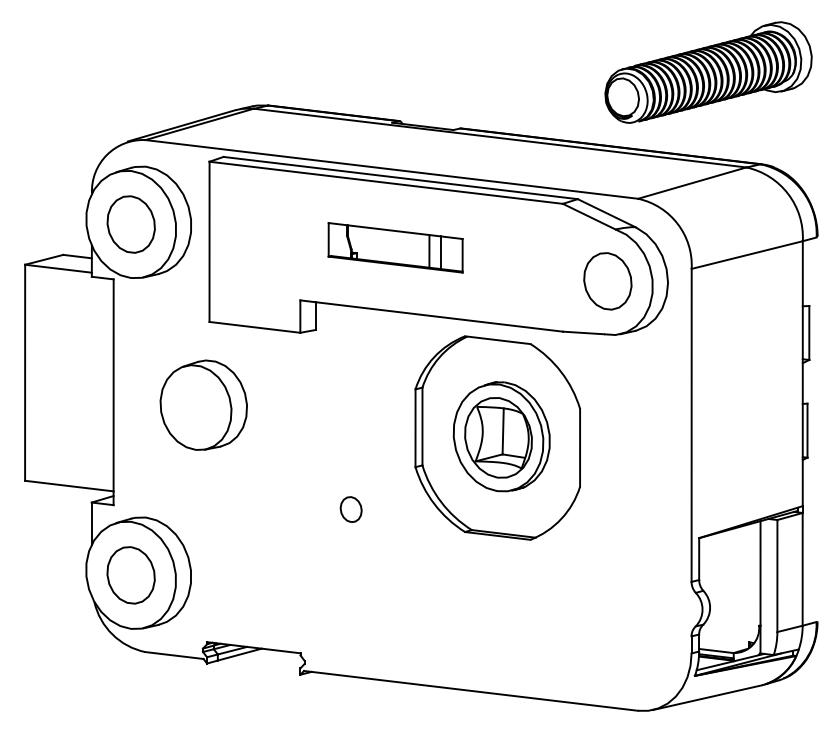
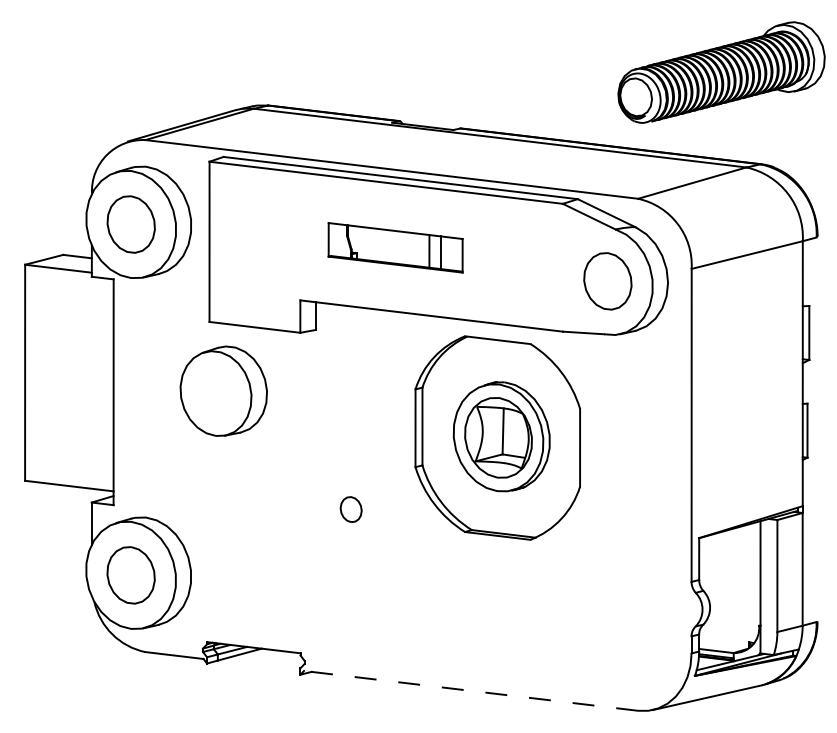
part at (708, 72) position: (708, 72) -> (721, 72)
part at (203, 404) position: (203, 404) -> (223, 390)
line at (470, 690): solid -> dashed
